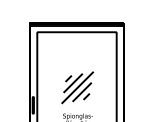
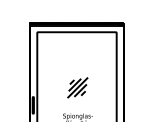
part at (77, 87) size: 33x34 px -> 22x22 px
